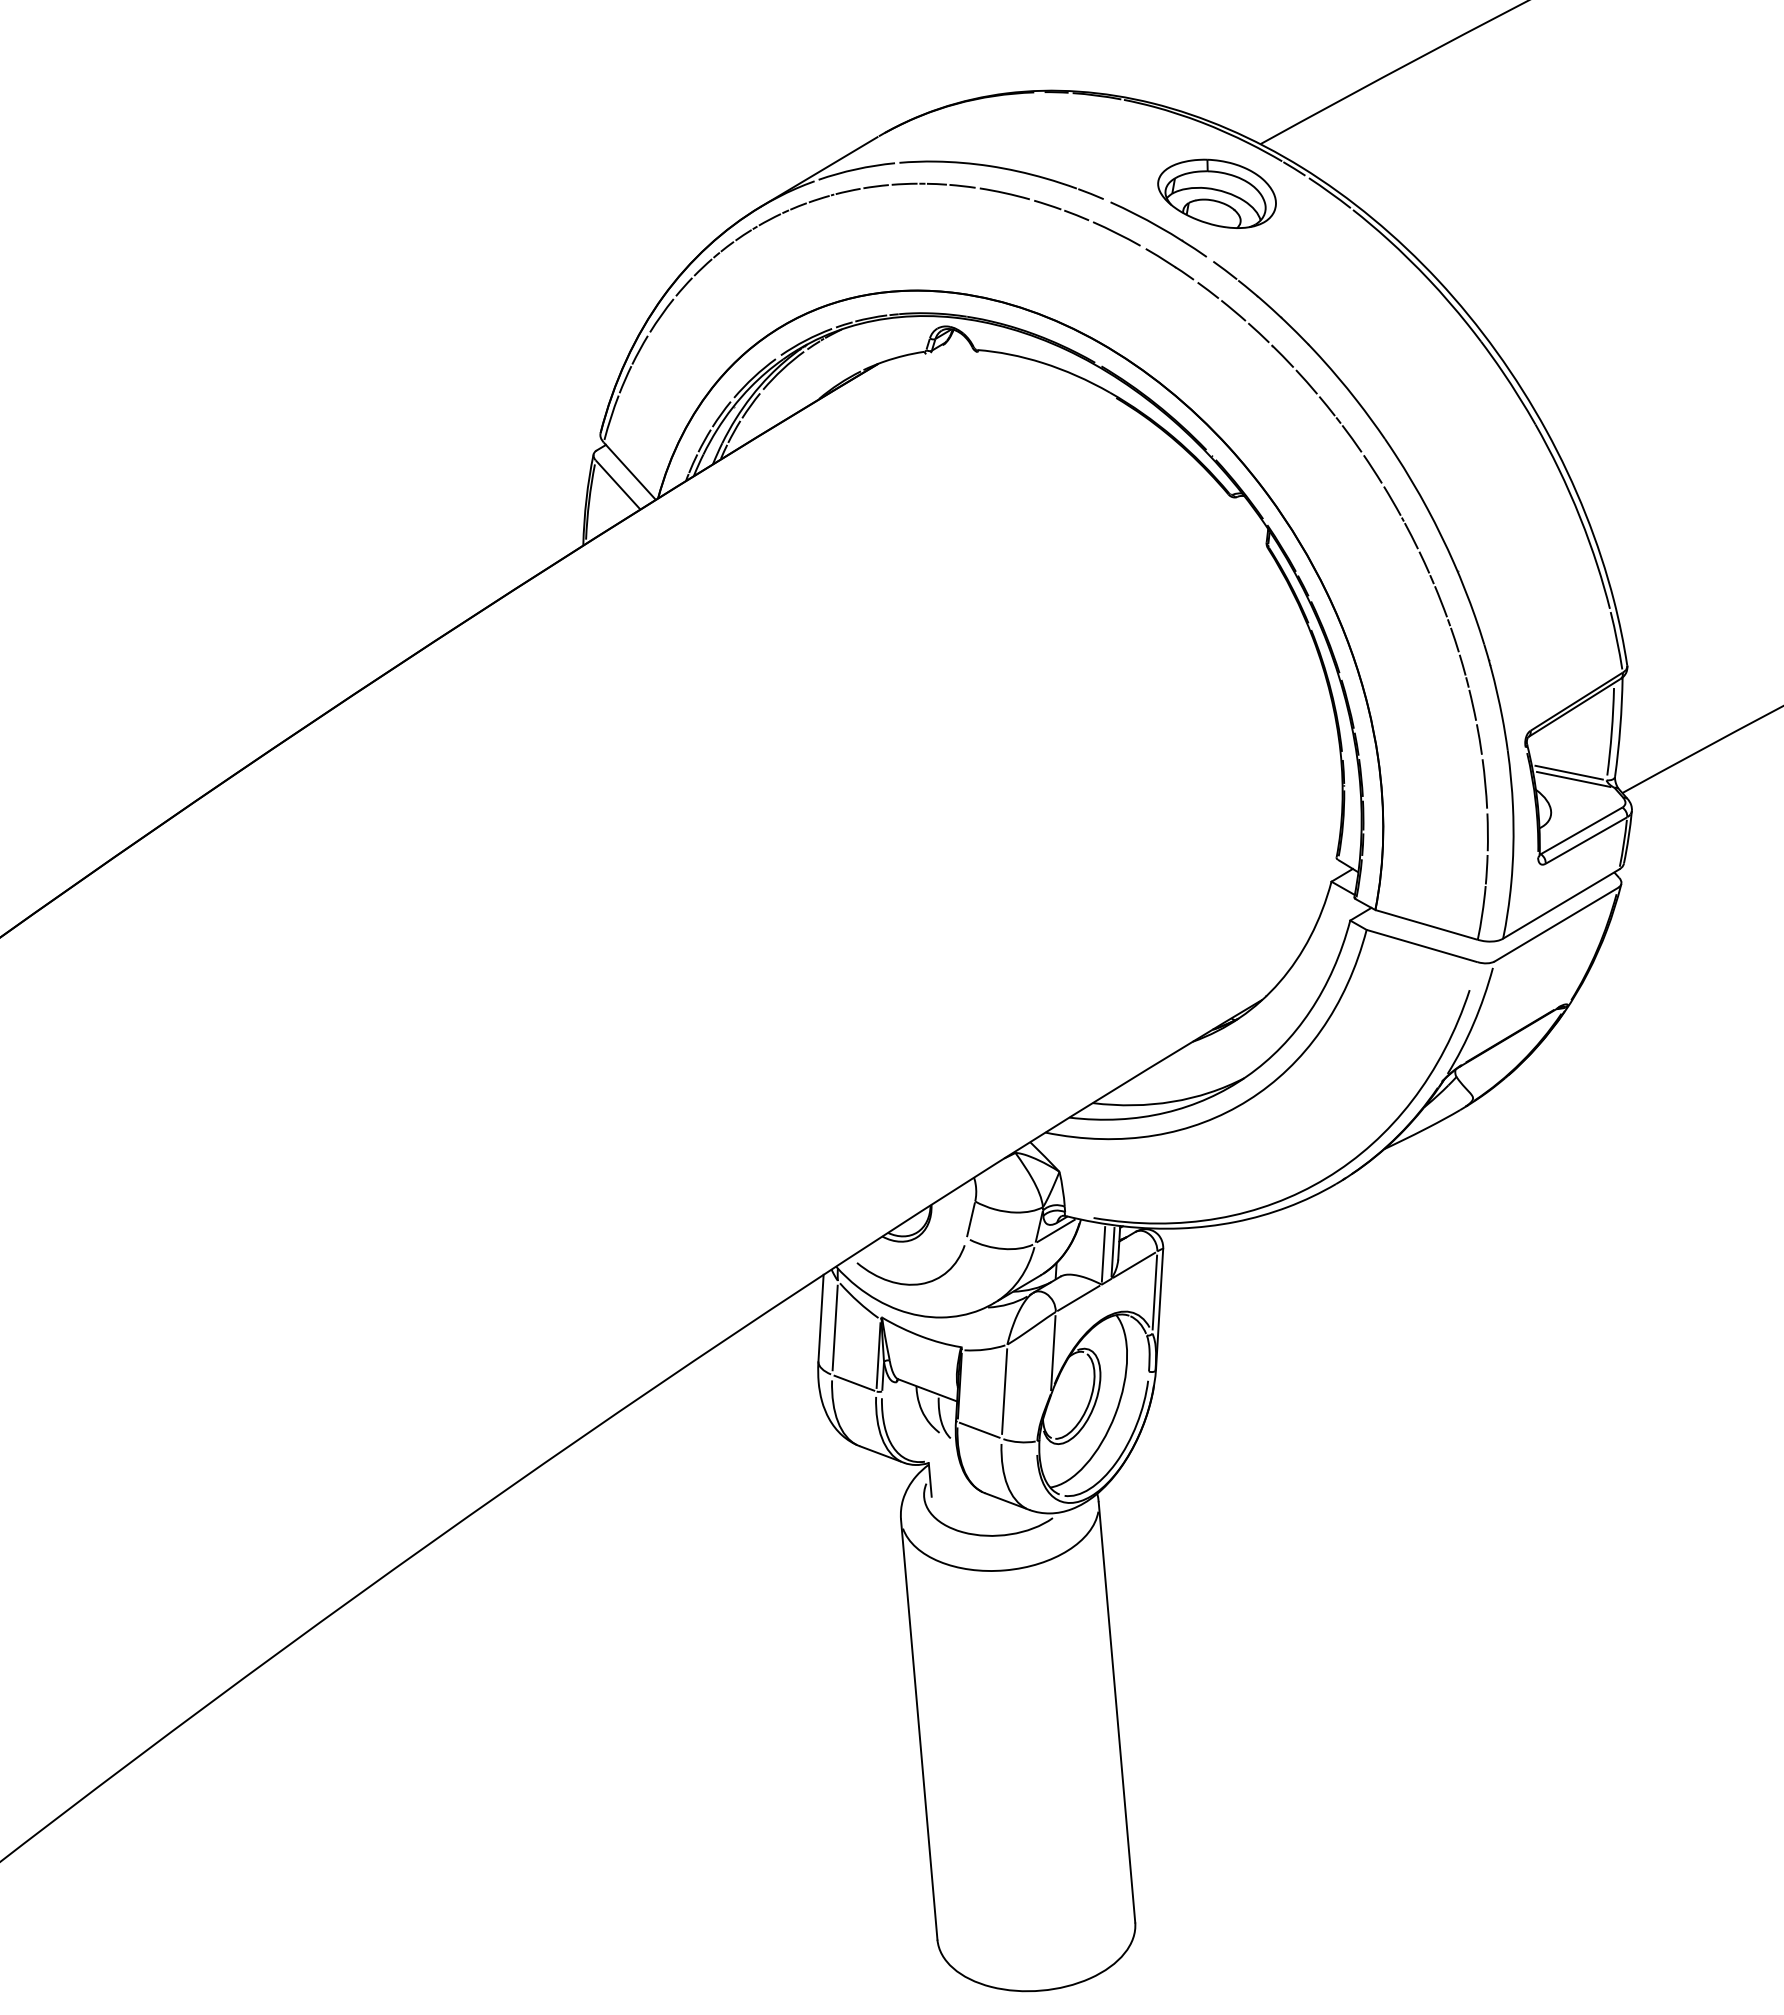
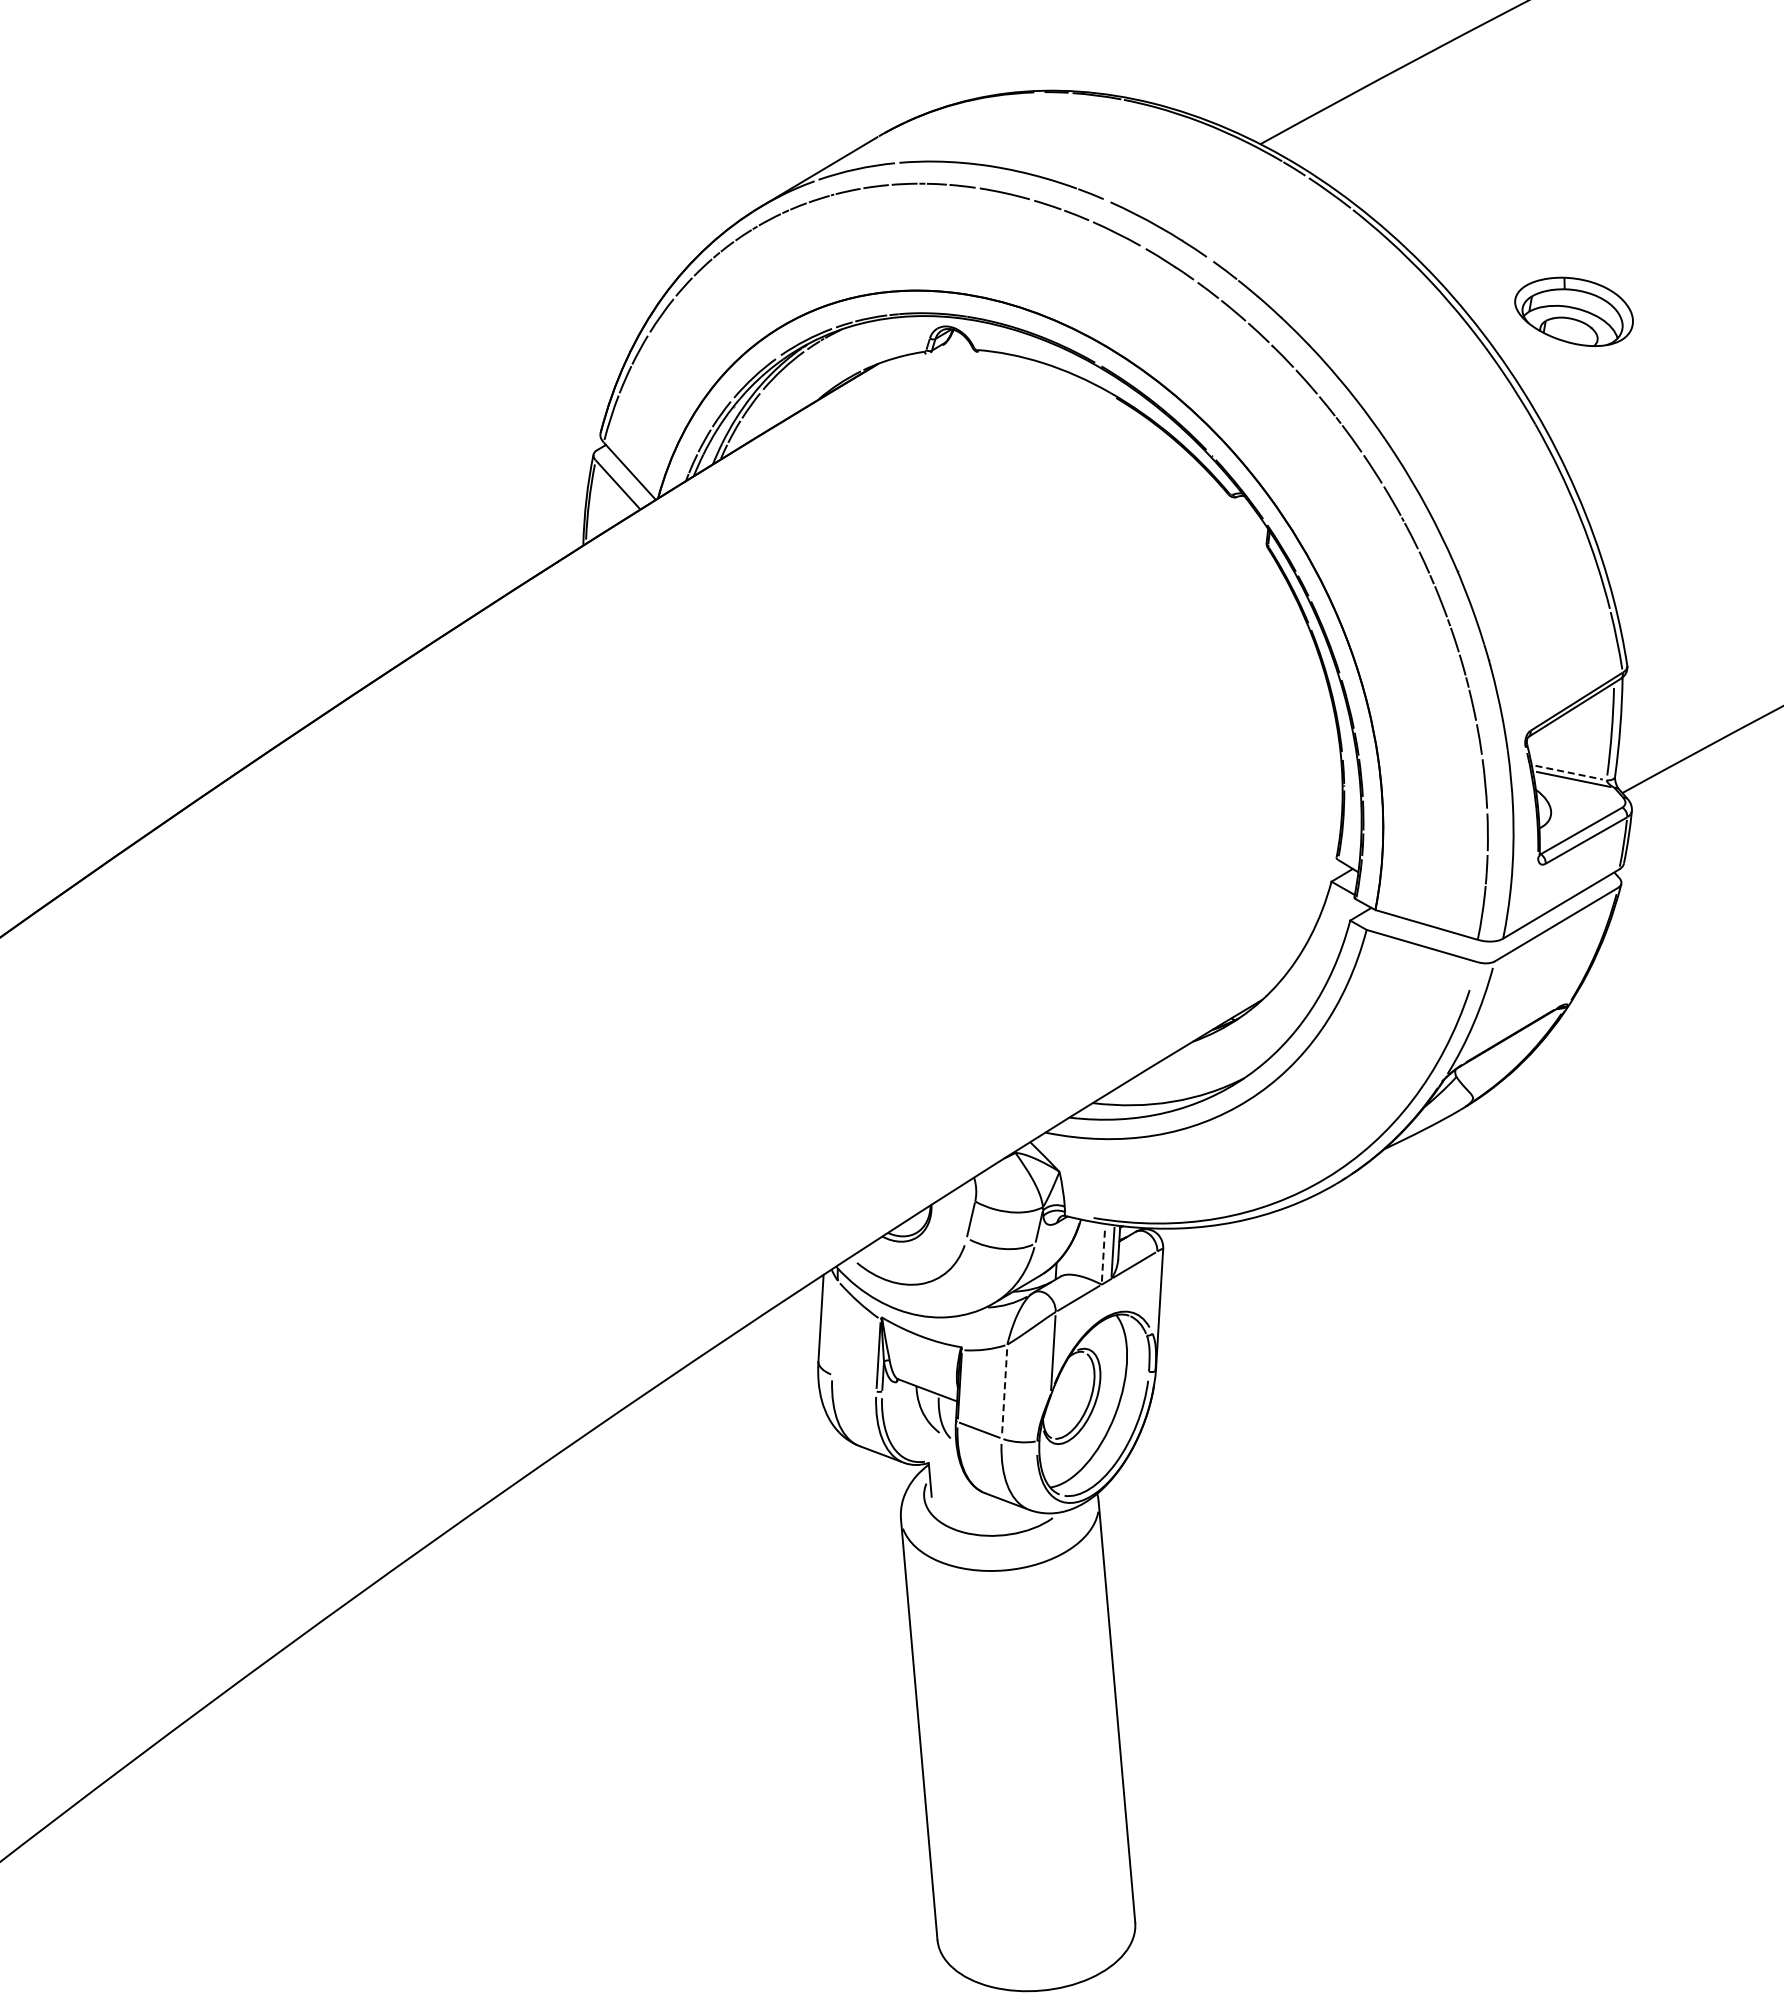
part at (1216, 193) position: (1216, 193) -> (1573, 311)
line at (1569, 772): solid -> dashed
line at (1055, 1230): present -> none
line at (1103, 1253): solid -> dashed
line at (1154, 1292): present -> none
line at (834, 1327): present -> none
line at (854, 1382): present -> none
line at (1004, 1392): solid -> dashed
